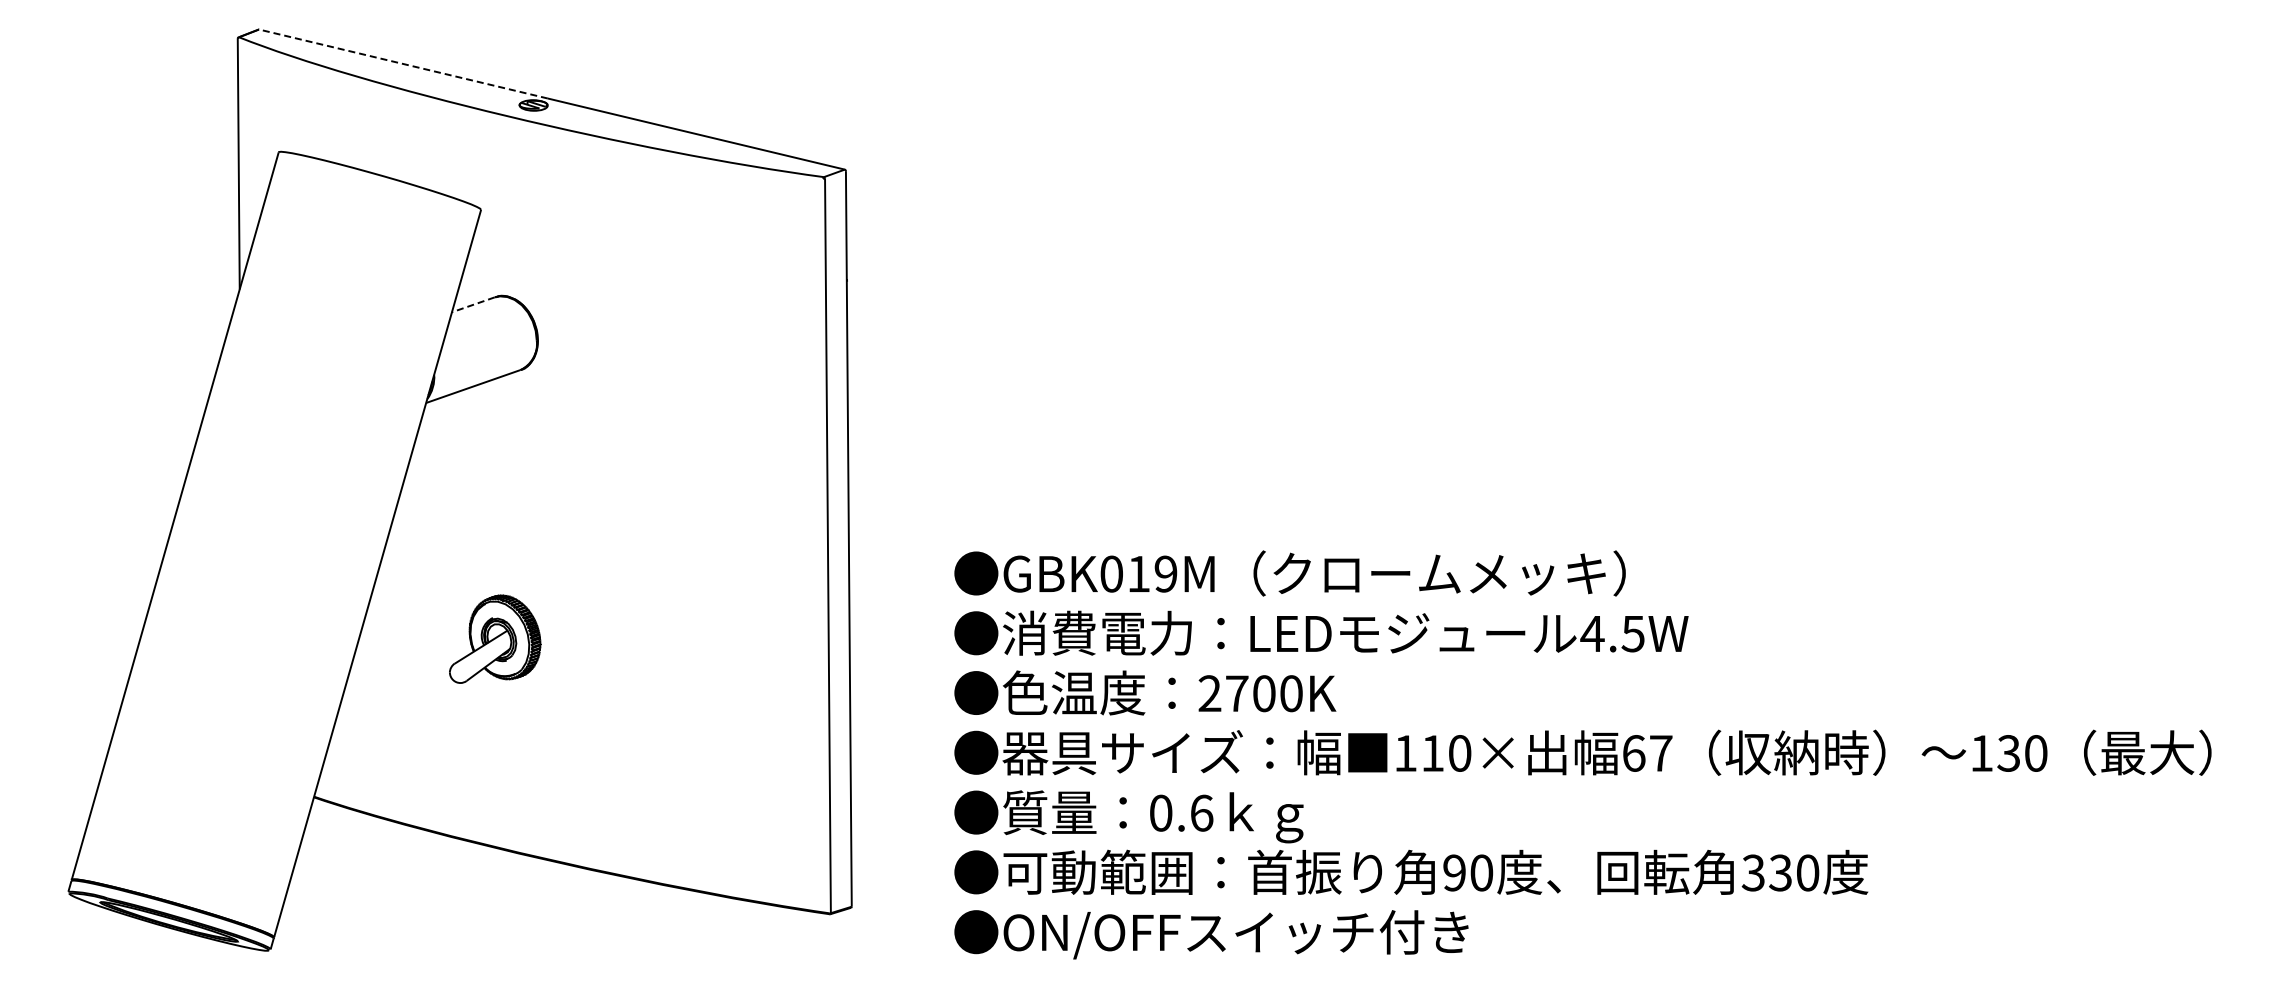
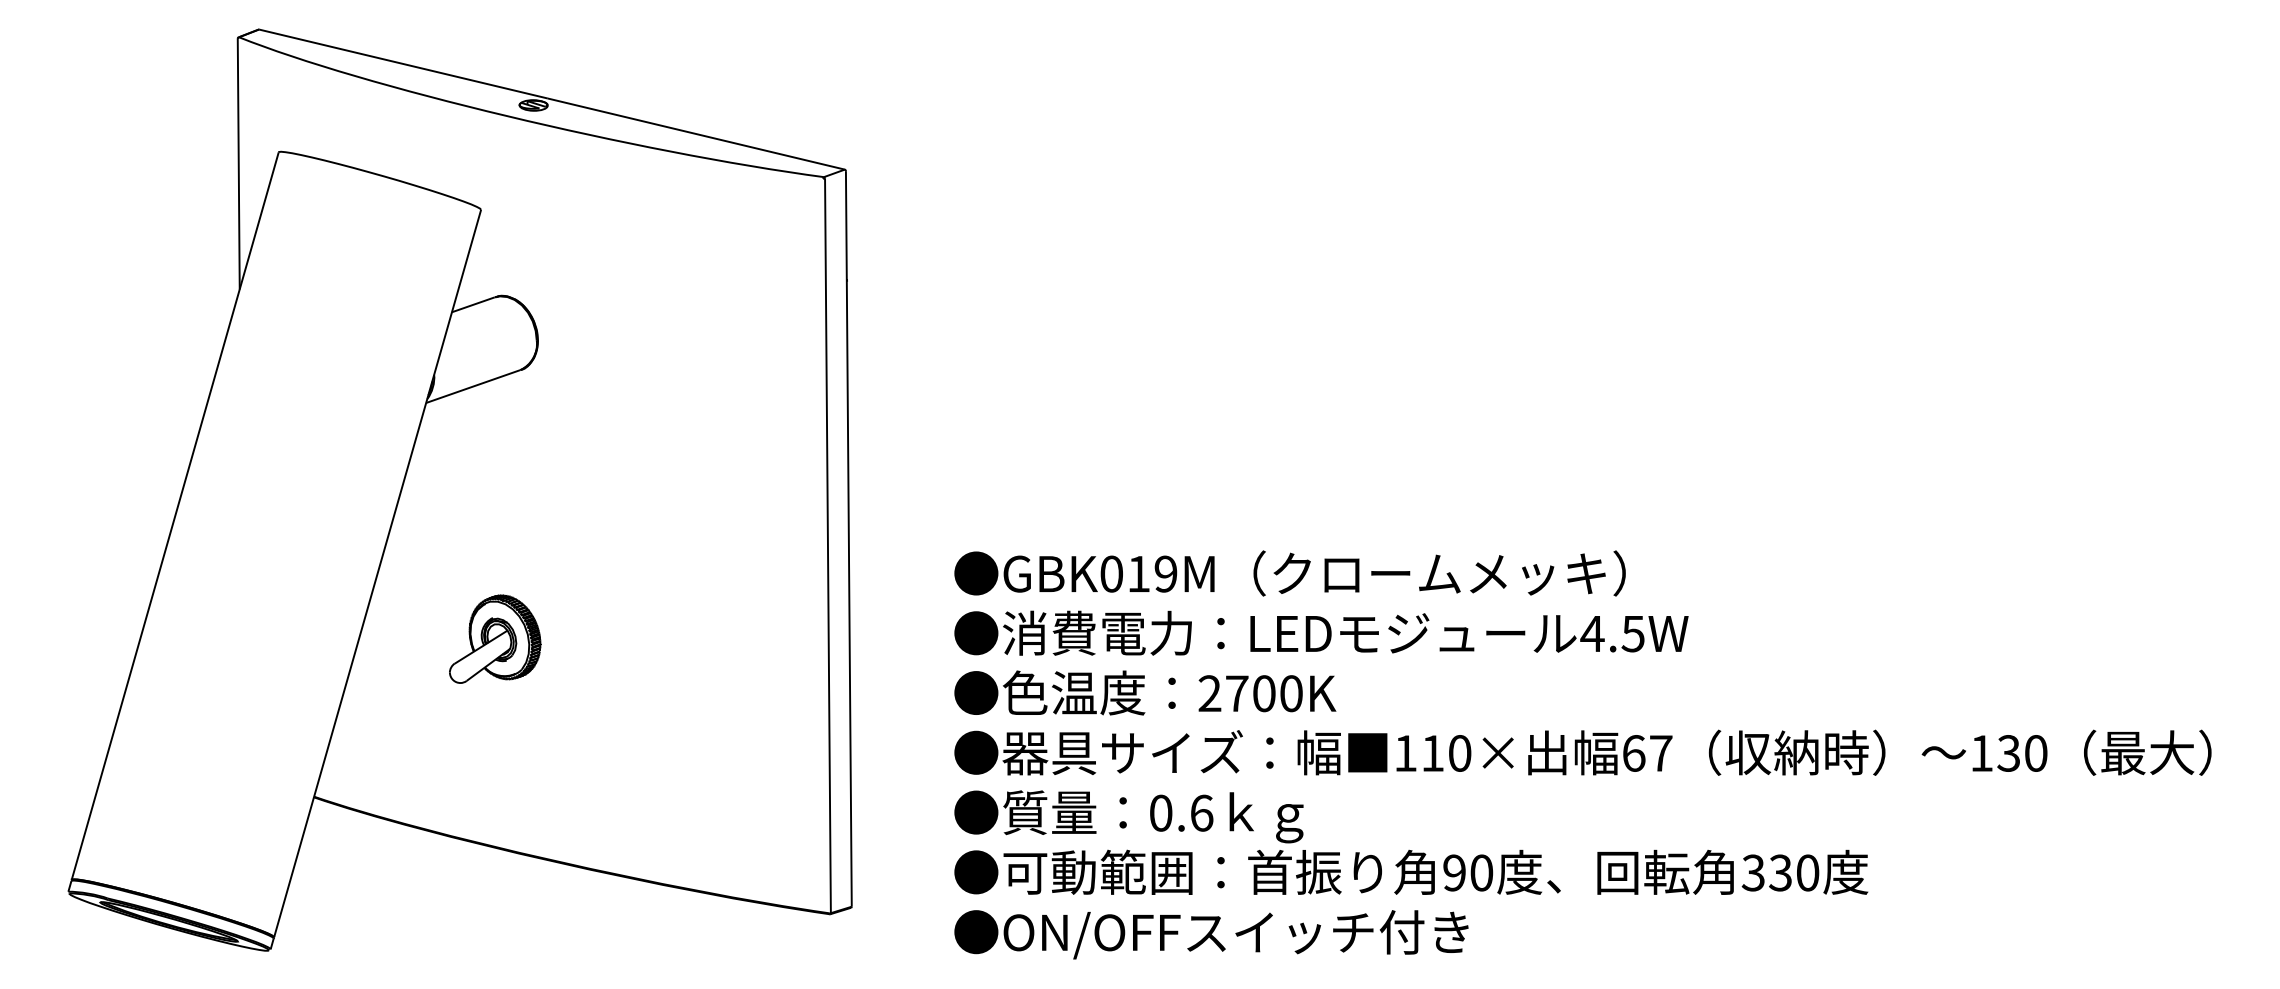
line at (402, 63): dashed -> solid
line at (473, 304): dashed -> solid
